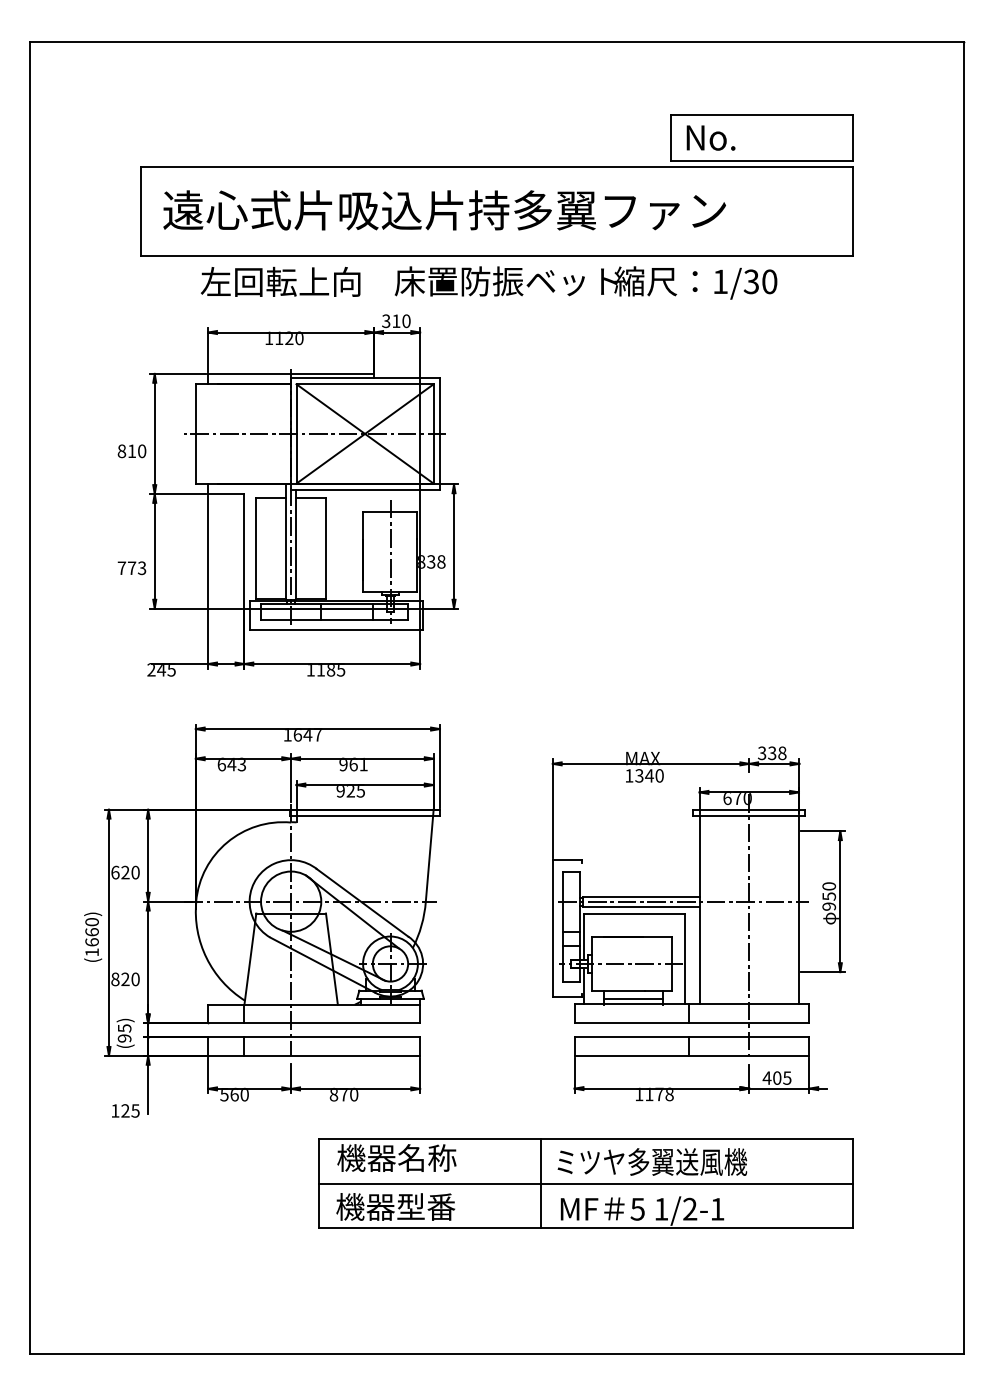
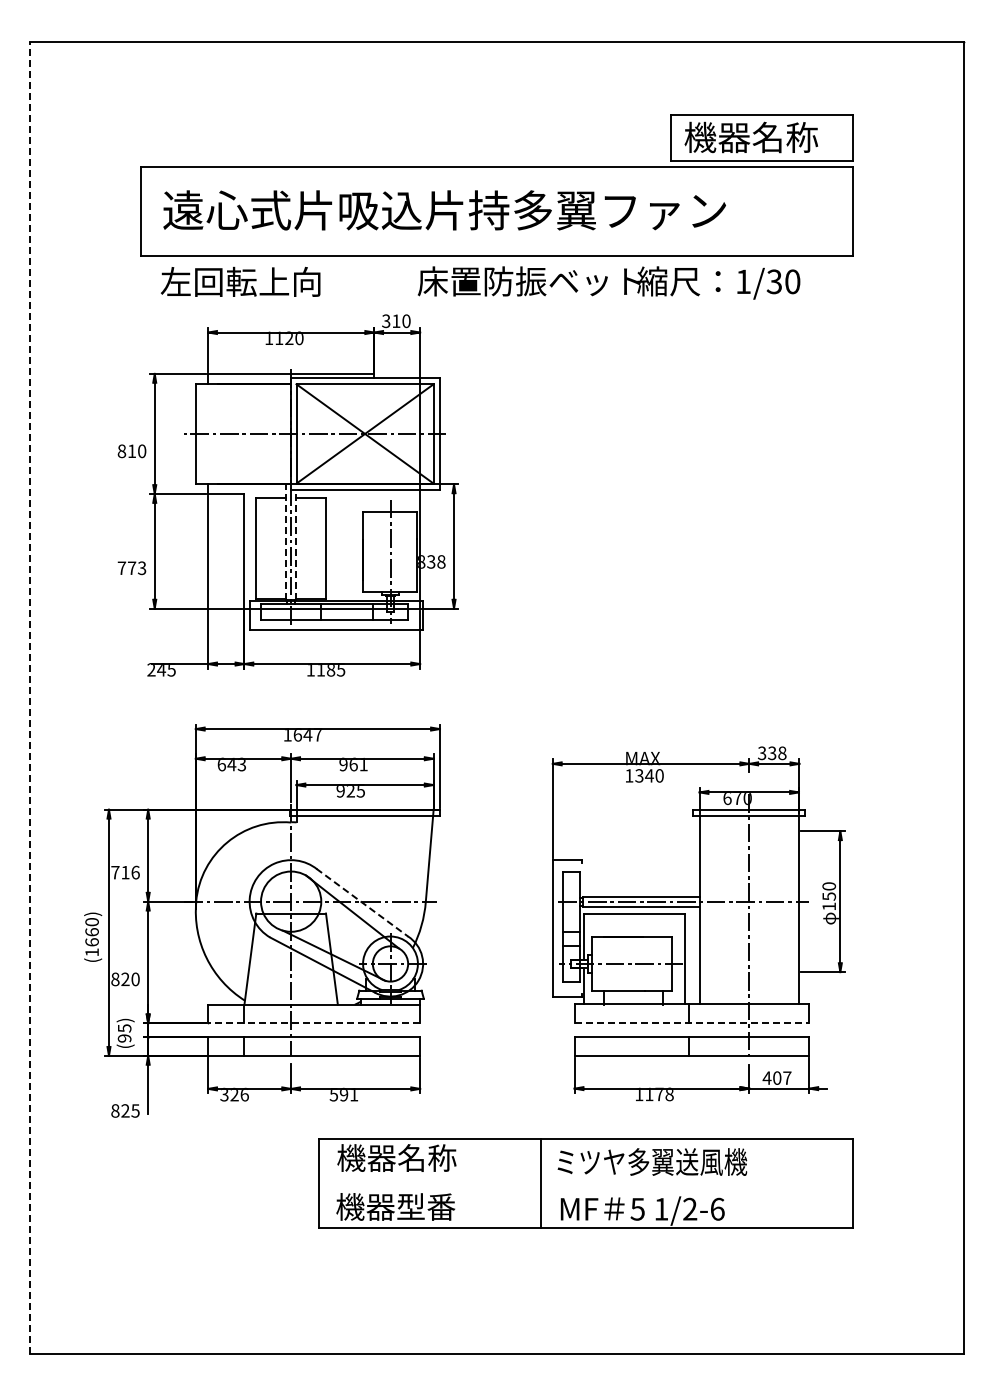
text at (751, 137): No. -> 機器名称
text at (280, 281) position: (280, 281) -> (240, 281)
text at (585, 282) position: (585, 282) -> (608, 282)
line at (286, 541): solid -> dashed
line at (295, 544): solid -> dashed
line at (29, 697): solid -> dashed
text at (125, 872): 620 -> 716
line at (362, 903): solid -> dashed
text at (829, 906): 950 -> 150
line at (633, 998): present -> none
line at (313, 1023): solid -> dashed
line at (692, 1023): solid -> dashed
text at (787, 1077): 405 -> 407
text at (234, 1094): 560 -> 326
text at (343, 1094): 870 -> 591
text at (115, 1110): 125 -> 825
line at (585, 1183): present -> none
text at (717, 1208): 1/2-1 -> 1/2-6
